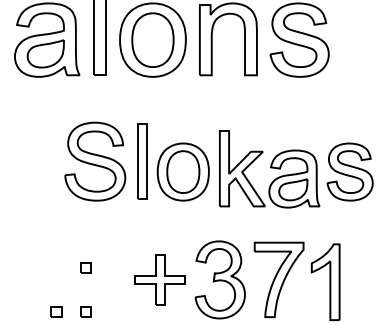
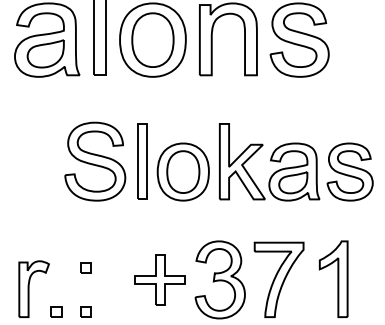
part at (269, 169) position: (269, 169) -> (269, 162)
part at (325, 281) position: (325, 281) -> (333, 278)
part at (33, 288): none -> present
